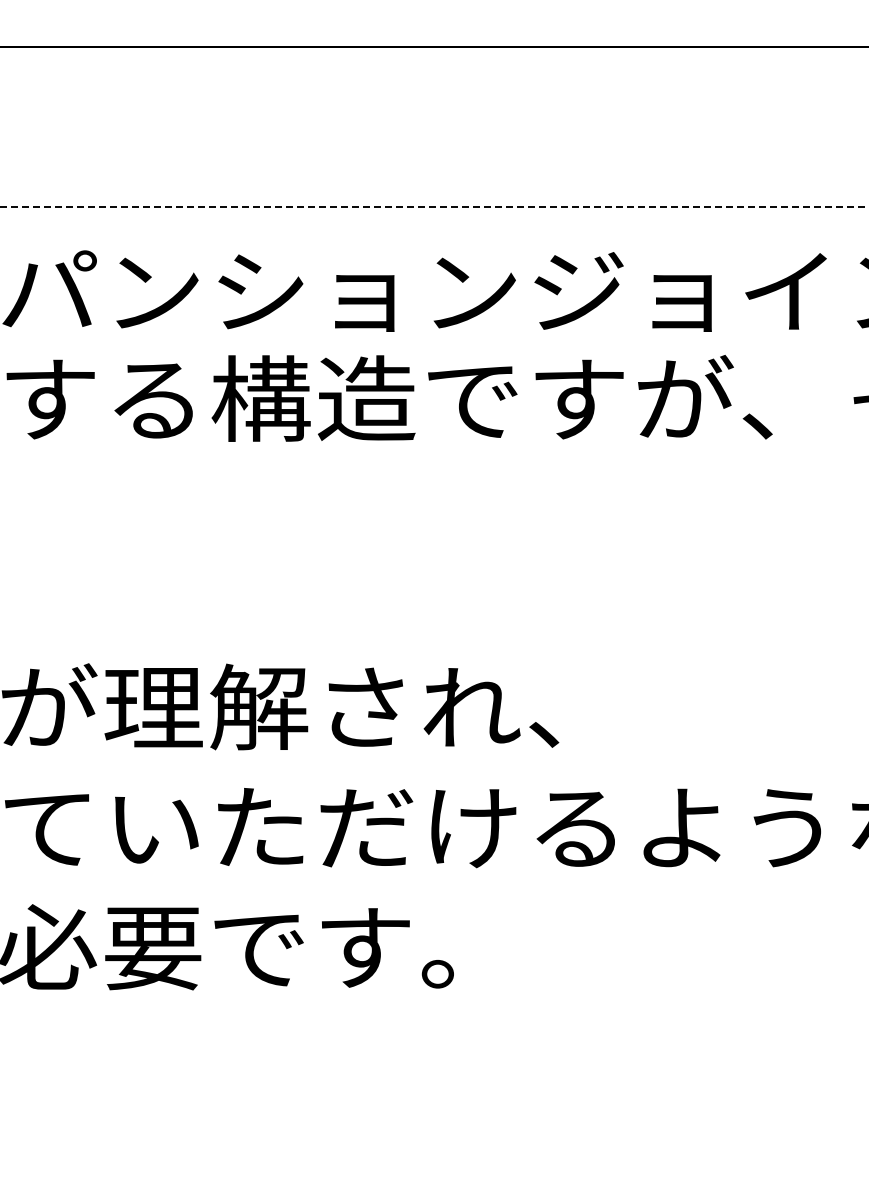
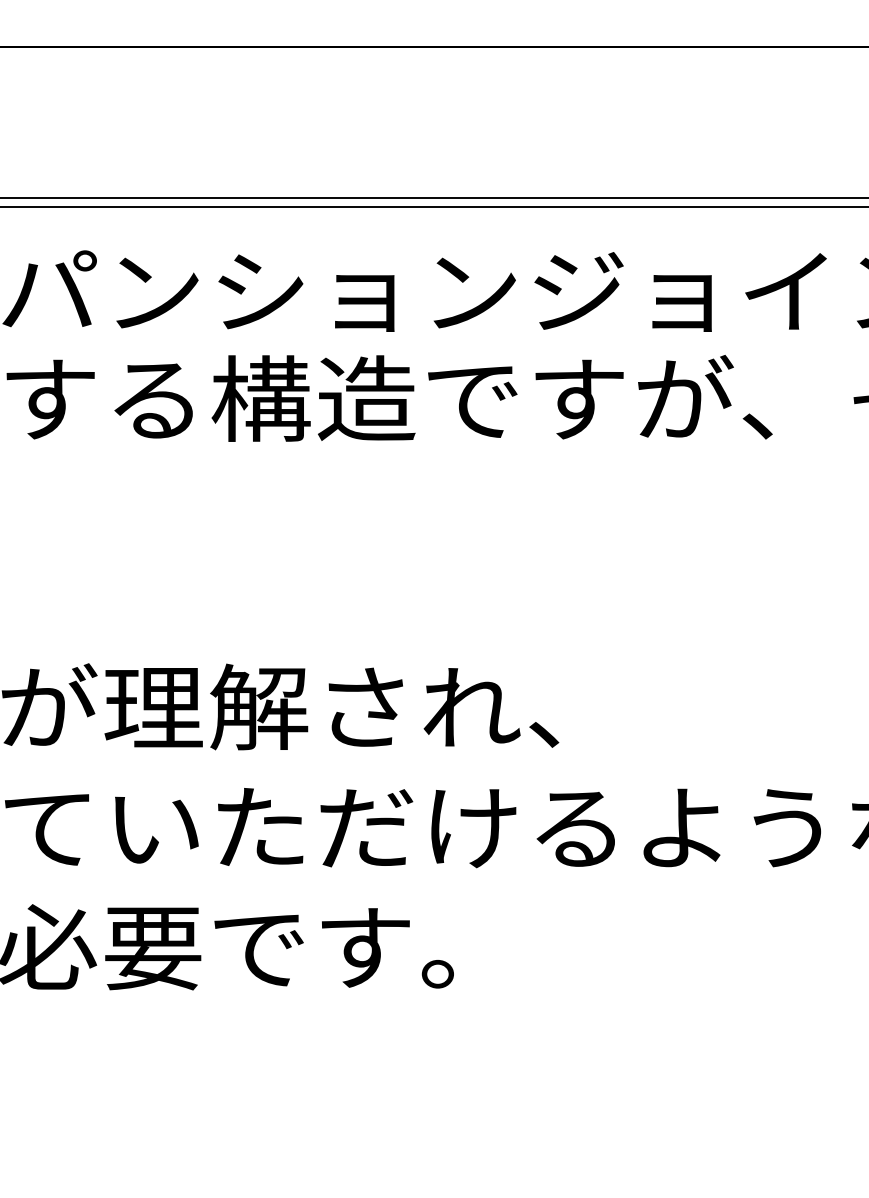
line at (433, 197): none -> present
line at (434, 206): dashed -> solid
